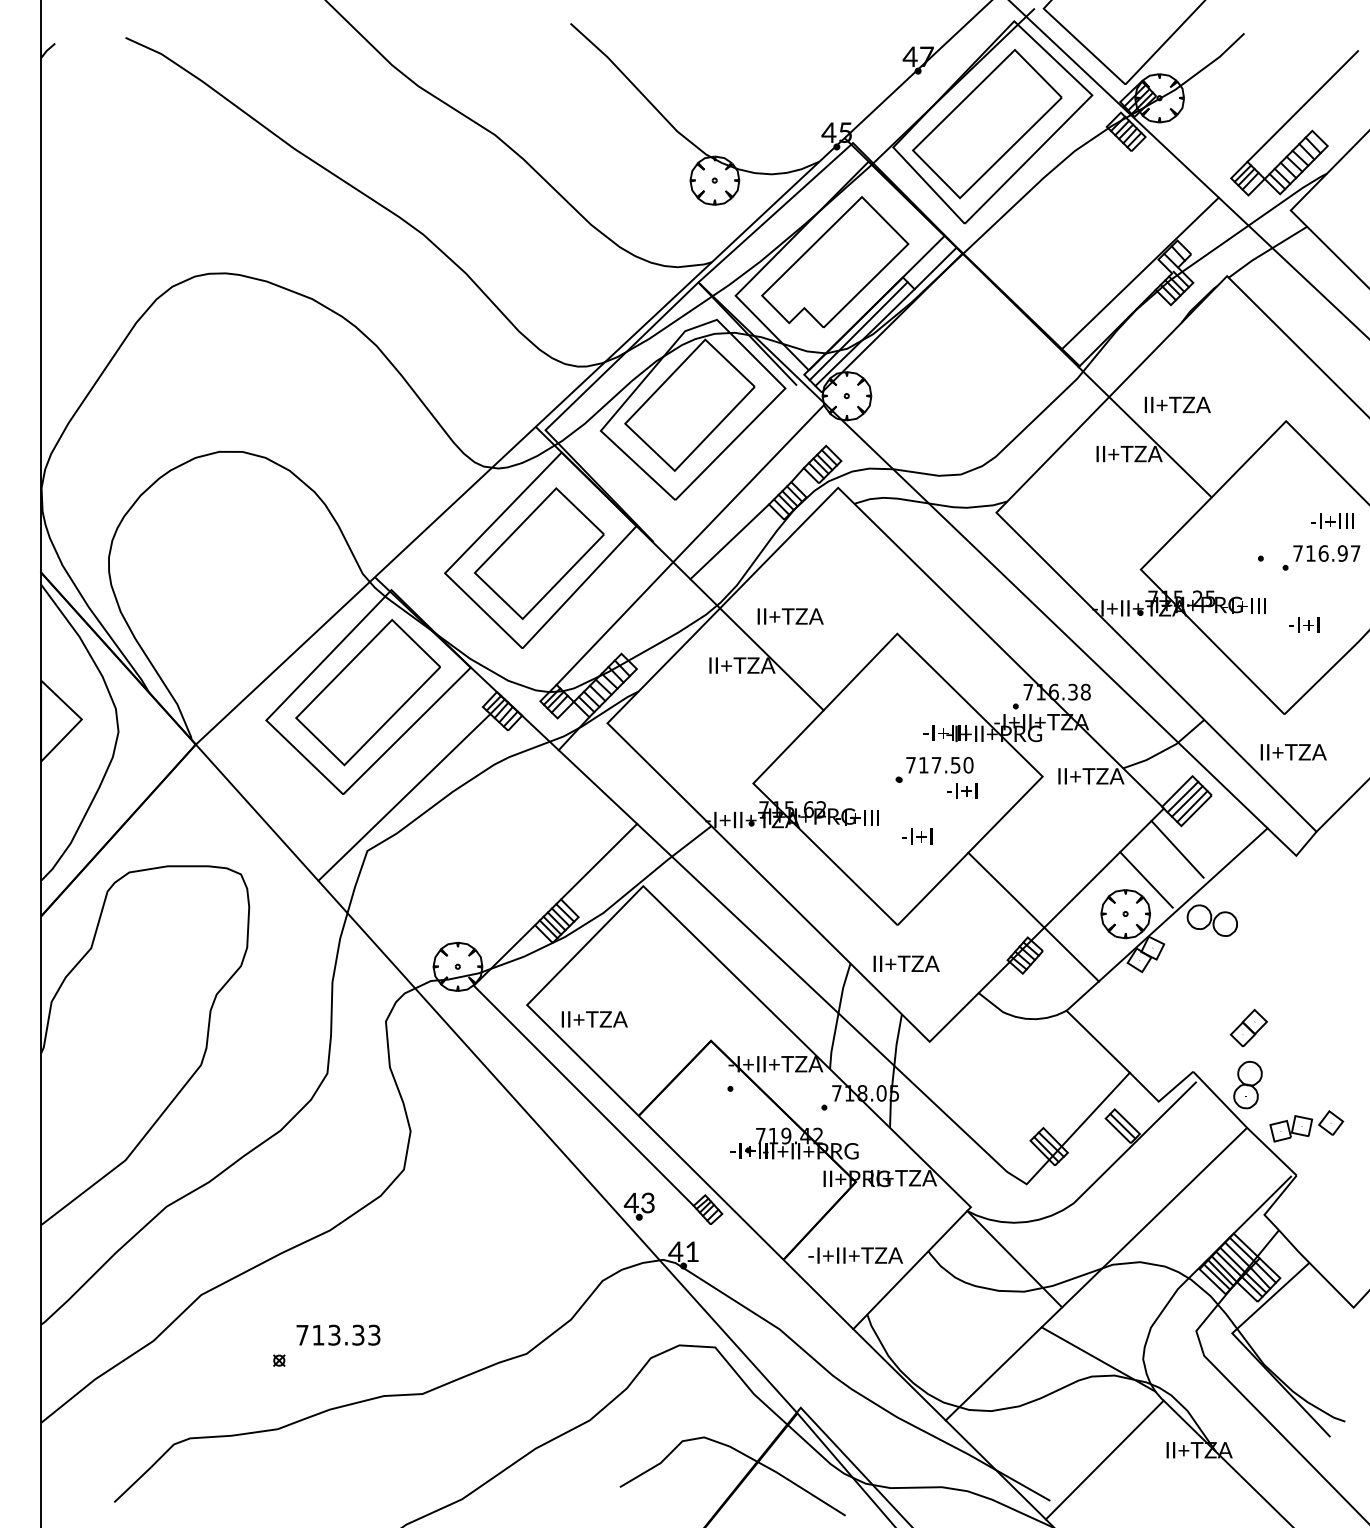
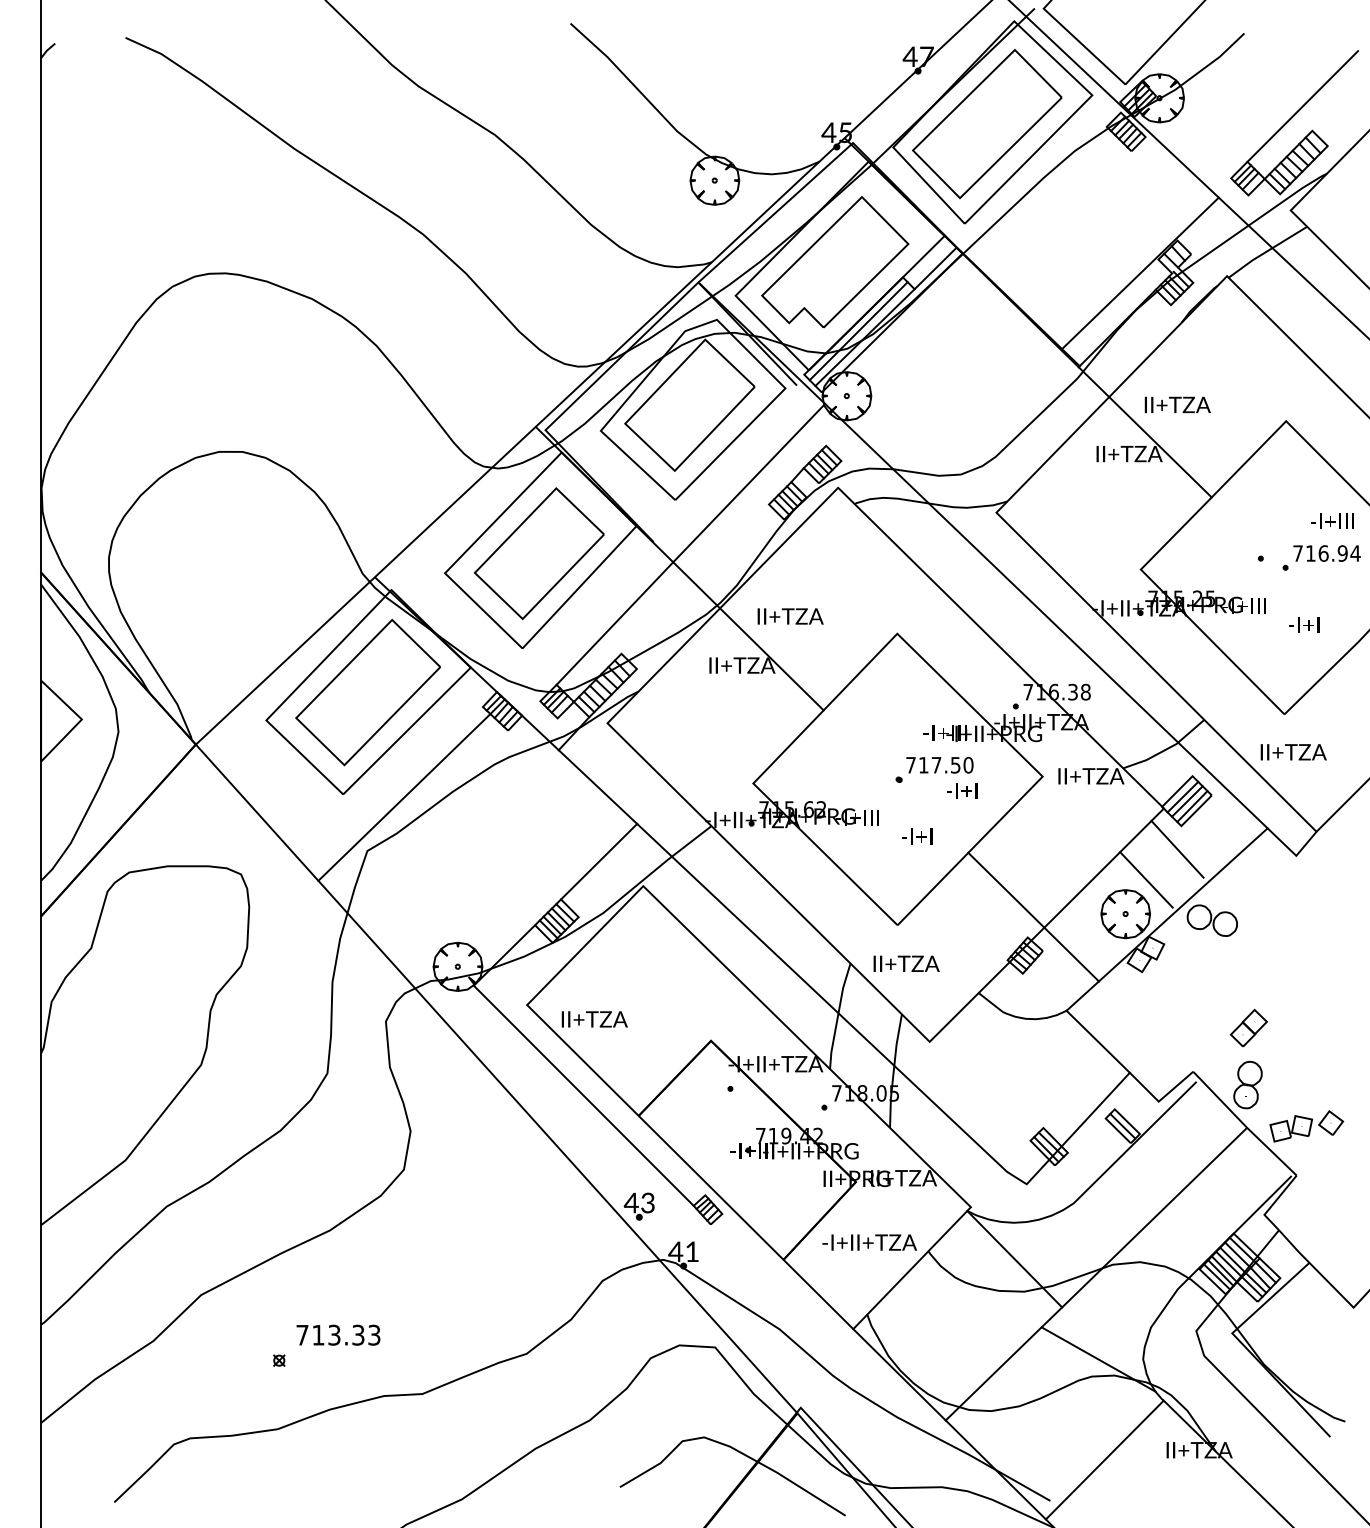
line at (729, 541): present -> none
text at (1355, 553): 716.97 -> 716.94
text at (855, 1255) position: (855, 1255) -> (869, 1242)
